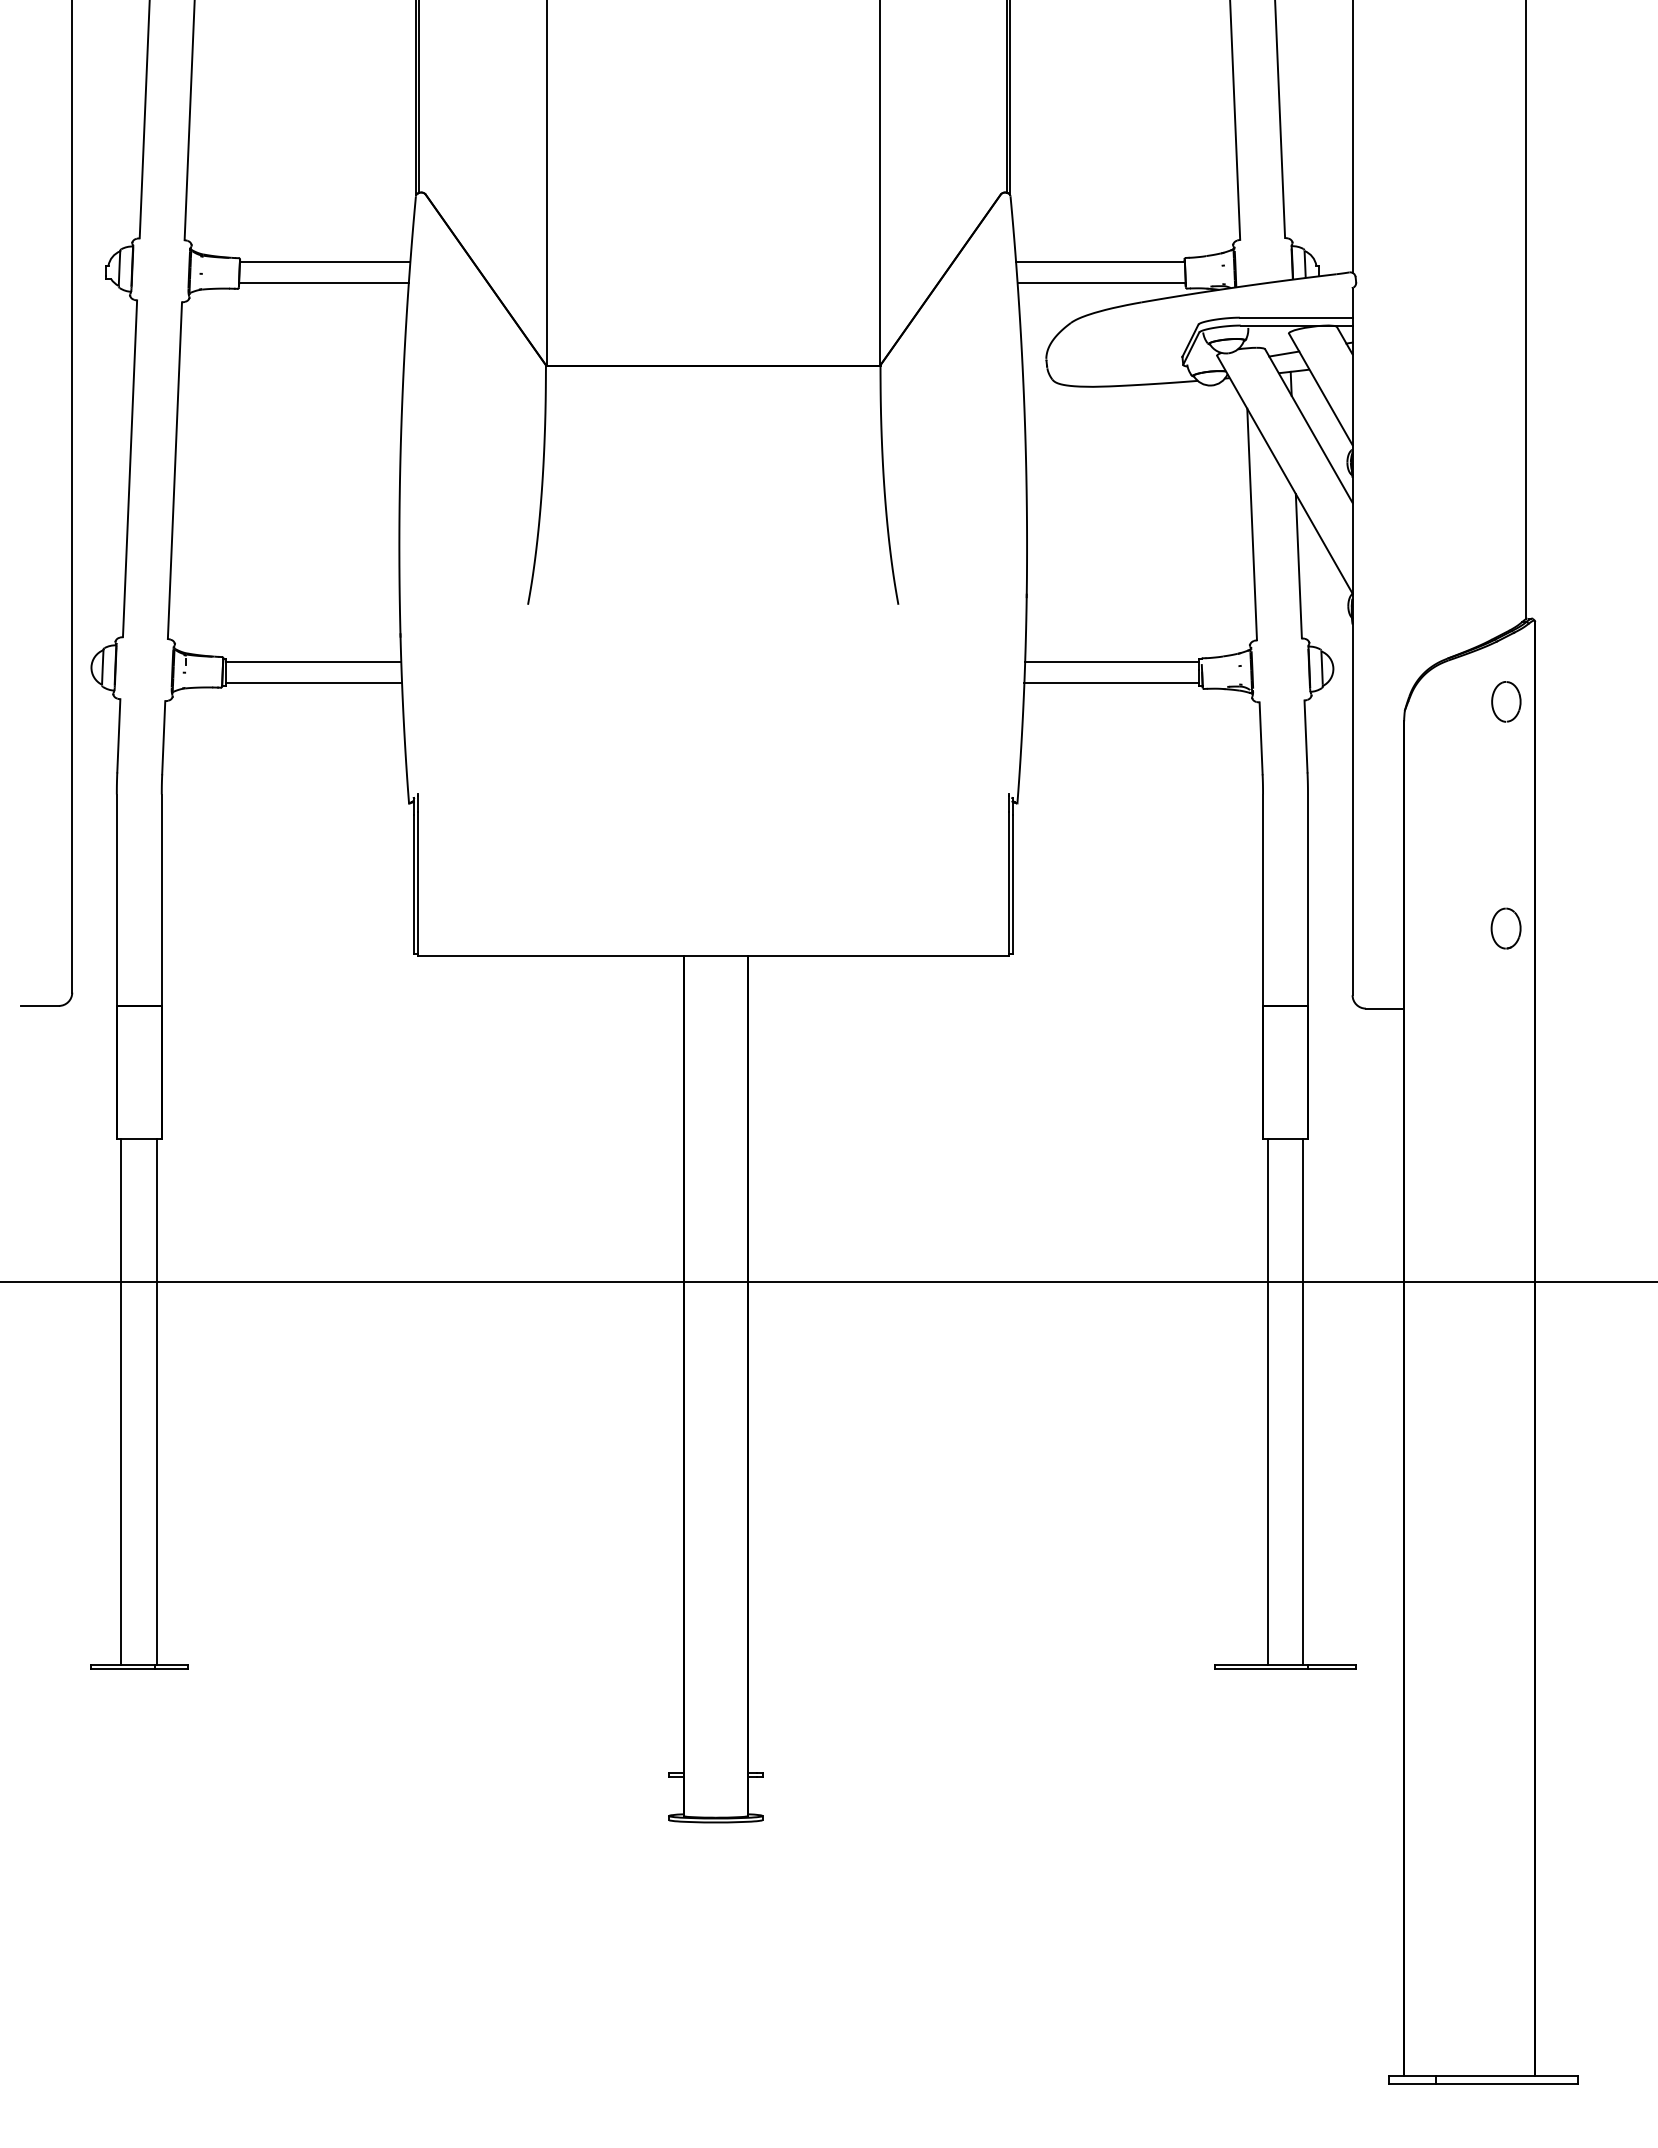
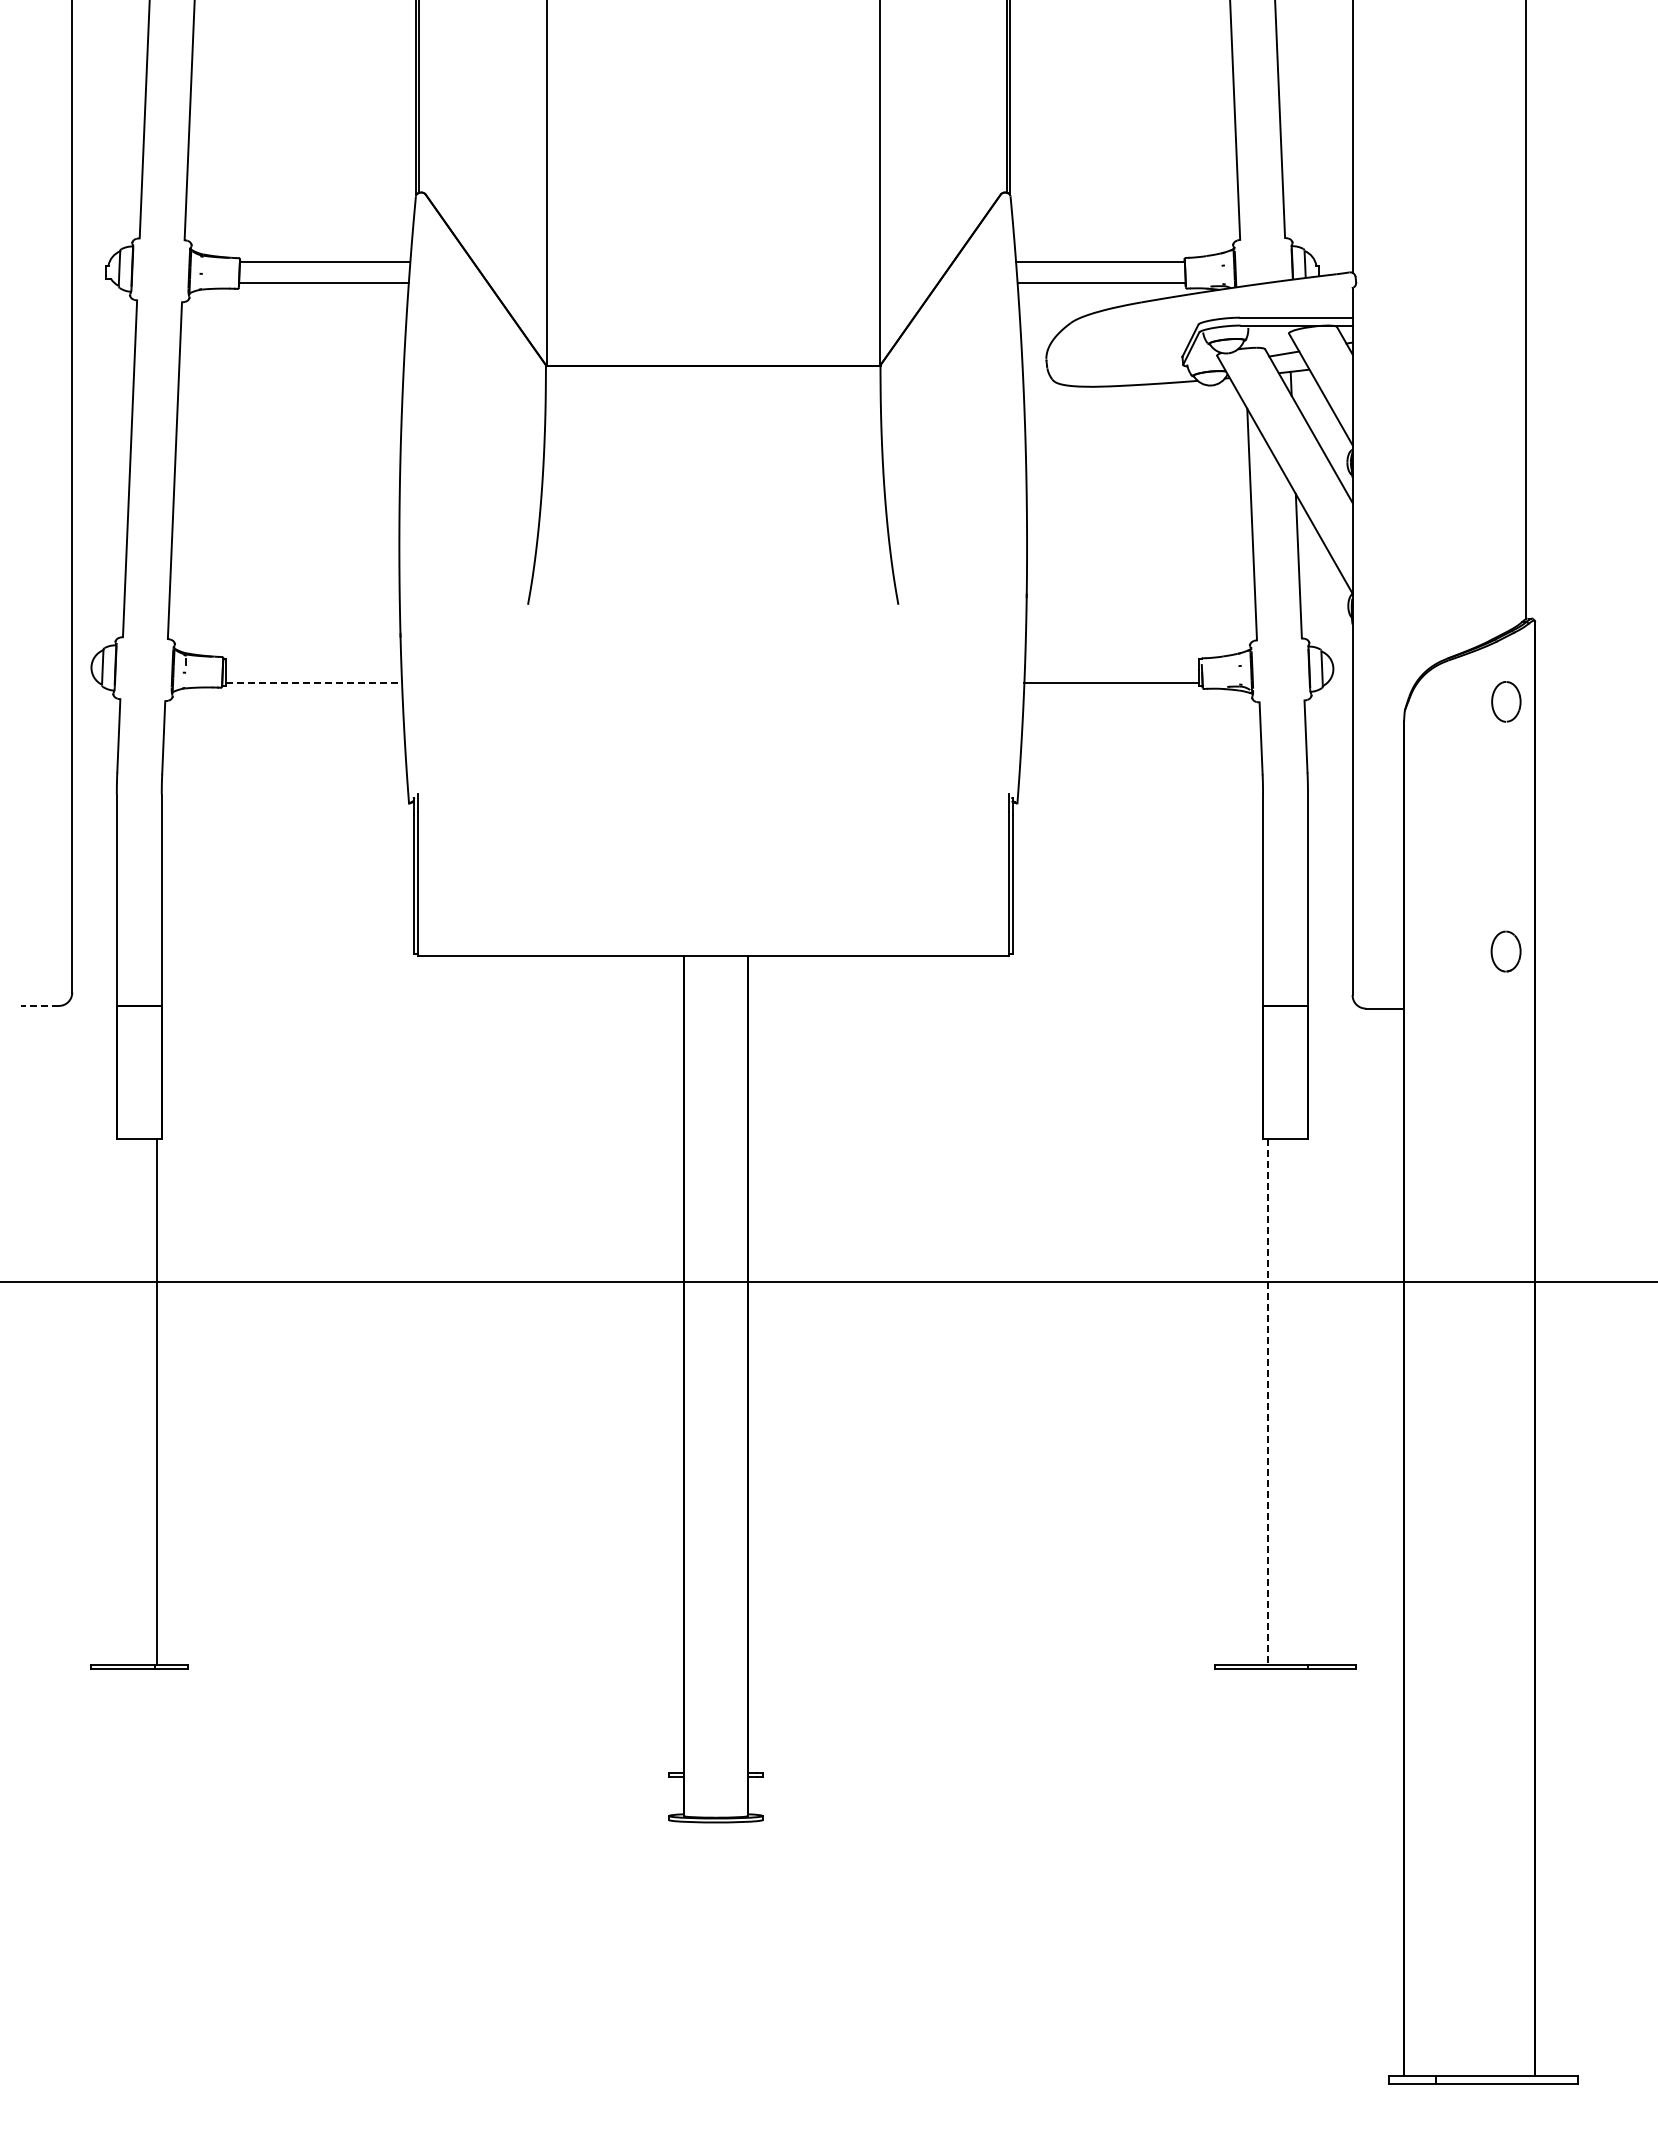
line at (313, 661): present -> none
line at (1112, 661): present -> none
line at (314, 683): solid -> dashed
part at (1505, 928) position: (1505, 928) -> (1505, 951)
line at (39, 1005): solid -> dashed
line at (121, 1401): present -> none
line at (1303, 1401): present -> none
line at (1267, 1402): solid -> dashed
